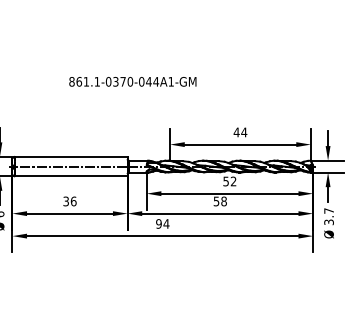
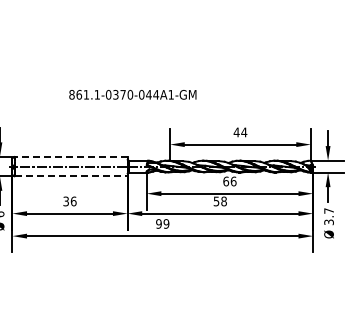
text at (132, 81) position: (132, 81) -> (132, 94)
line at (71, 157): solid -> dashed
line at (71, 176): solid -> dashed
text at (229, 181): 52 -> 66
text at (166, 223): 94 -> 99
